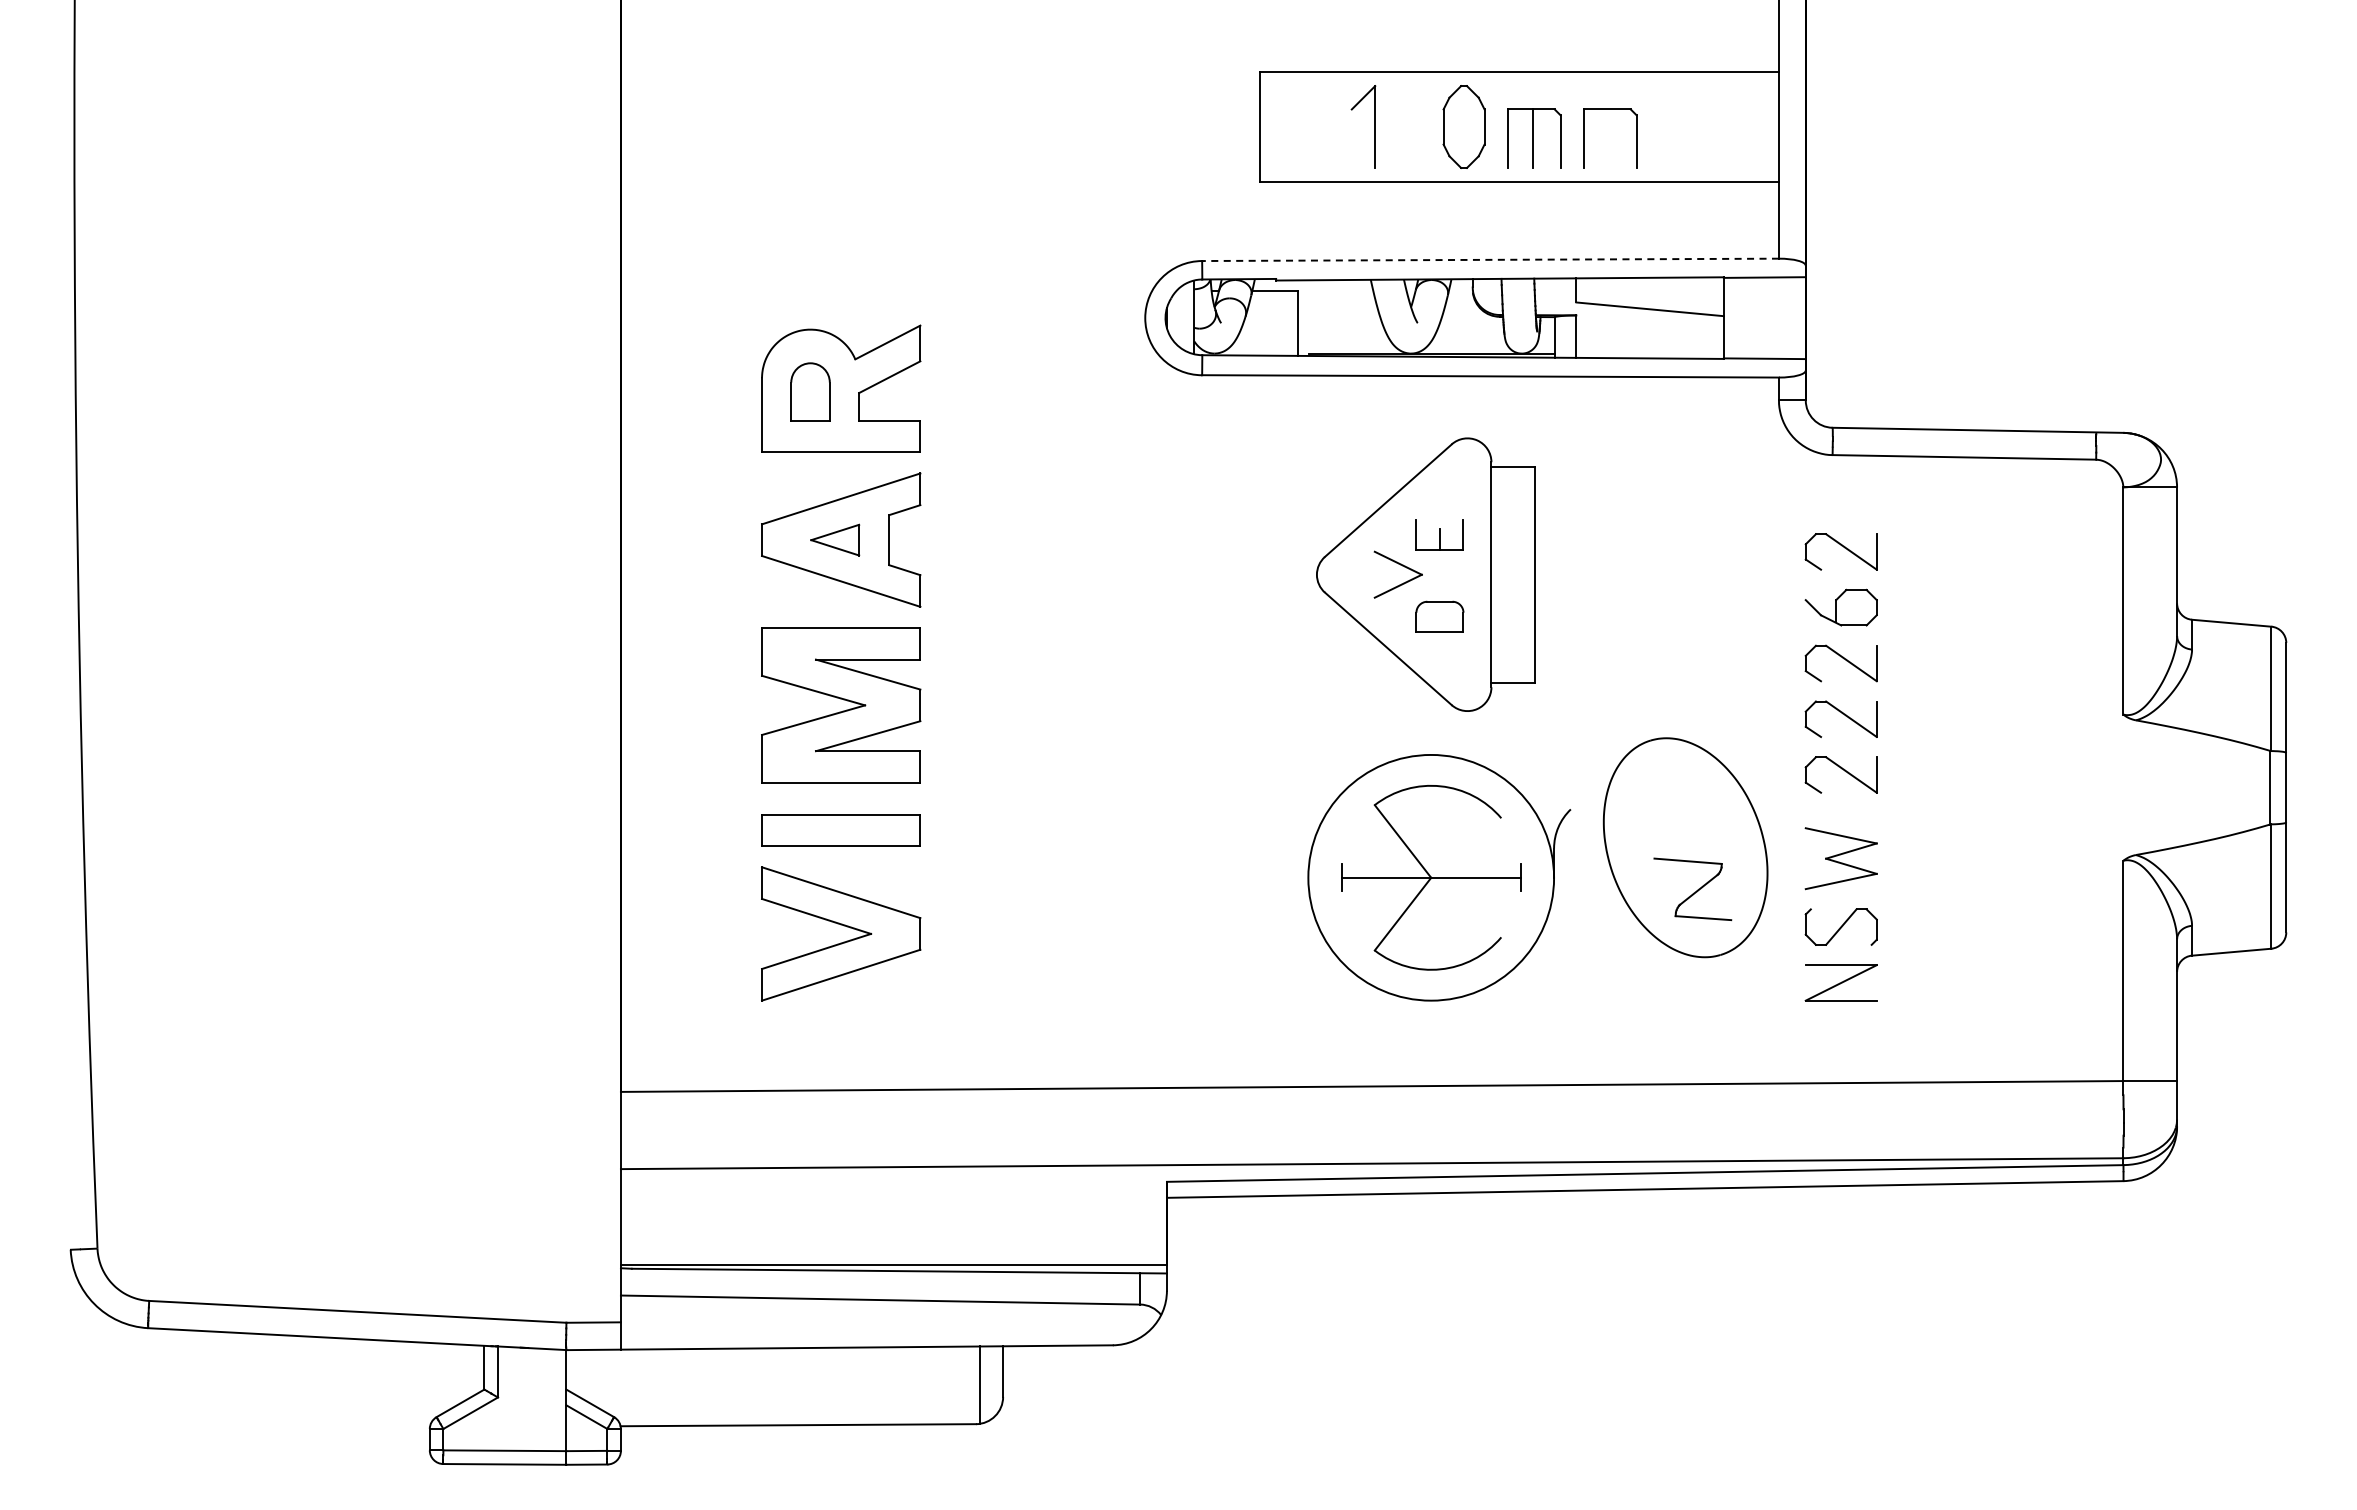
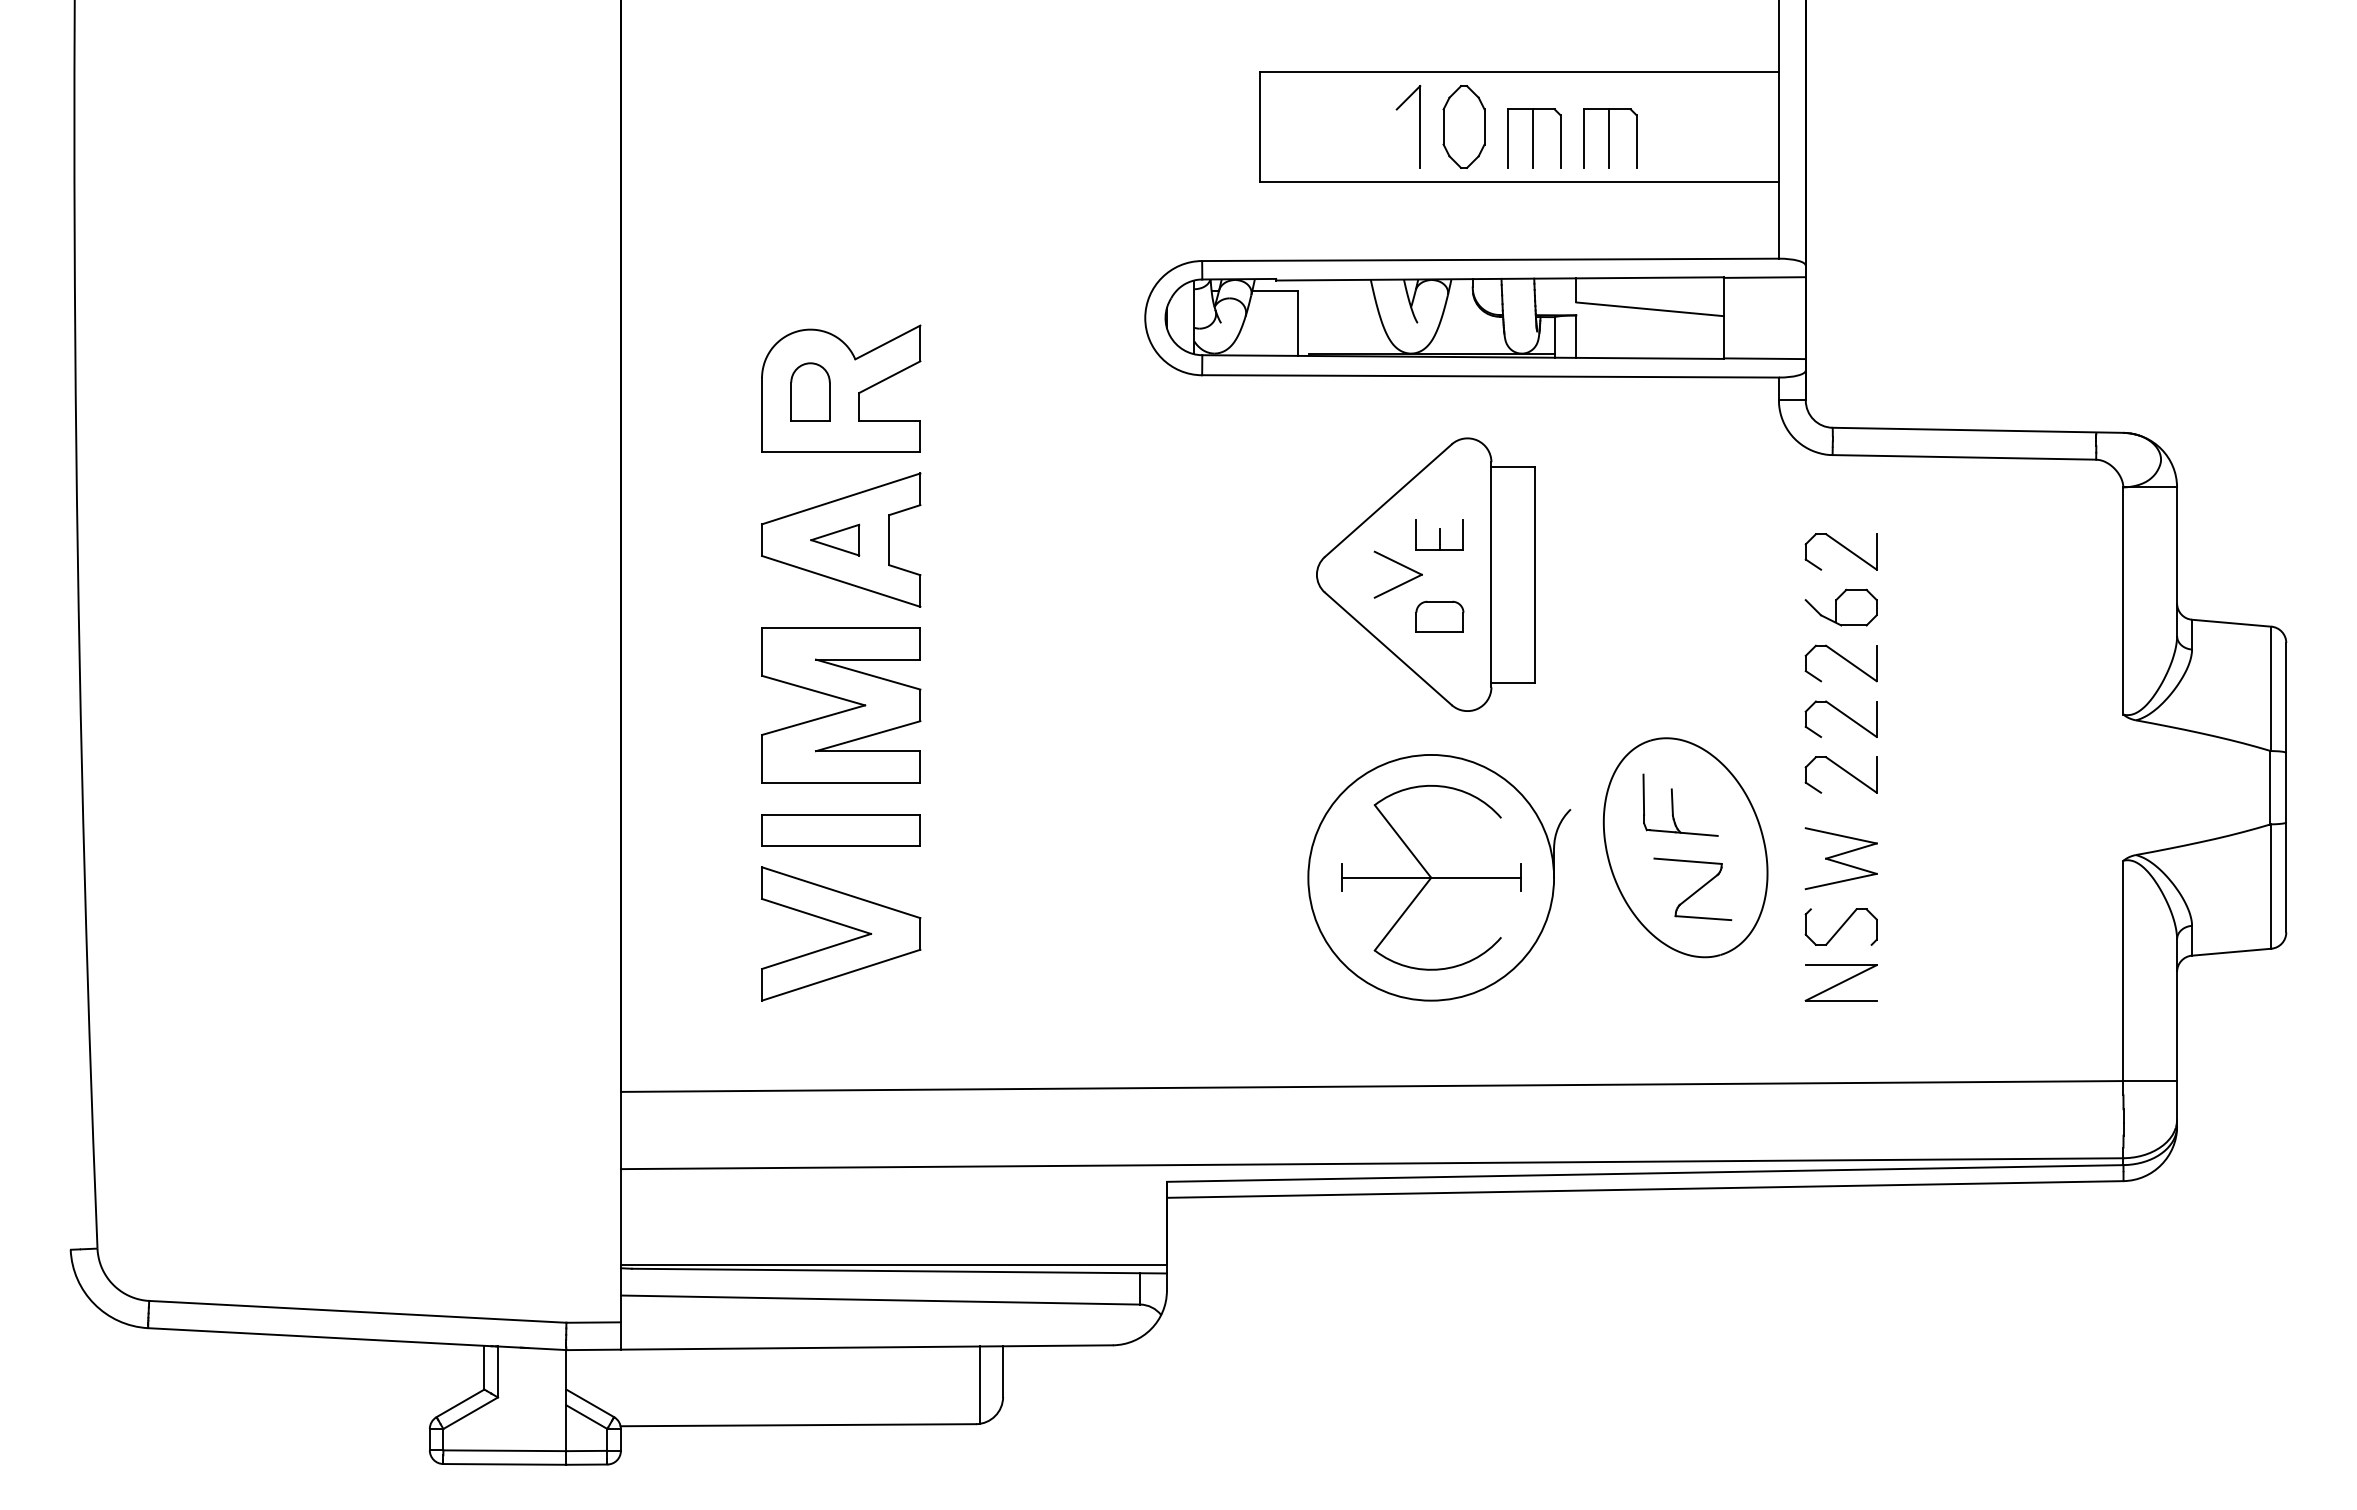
part at (1374, 126) position: (1374, 126) -> (1419, 126)
line at (1609, 138): none -> present
line at (1490, 259): dashed -> solid
part at (1673, 804): none -> present
